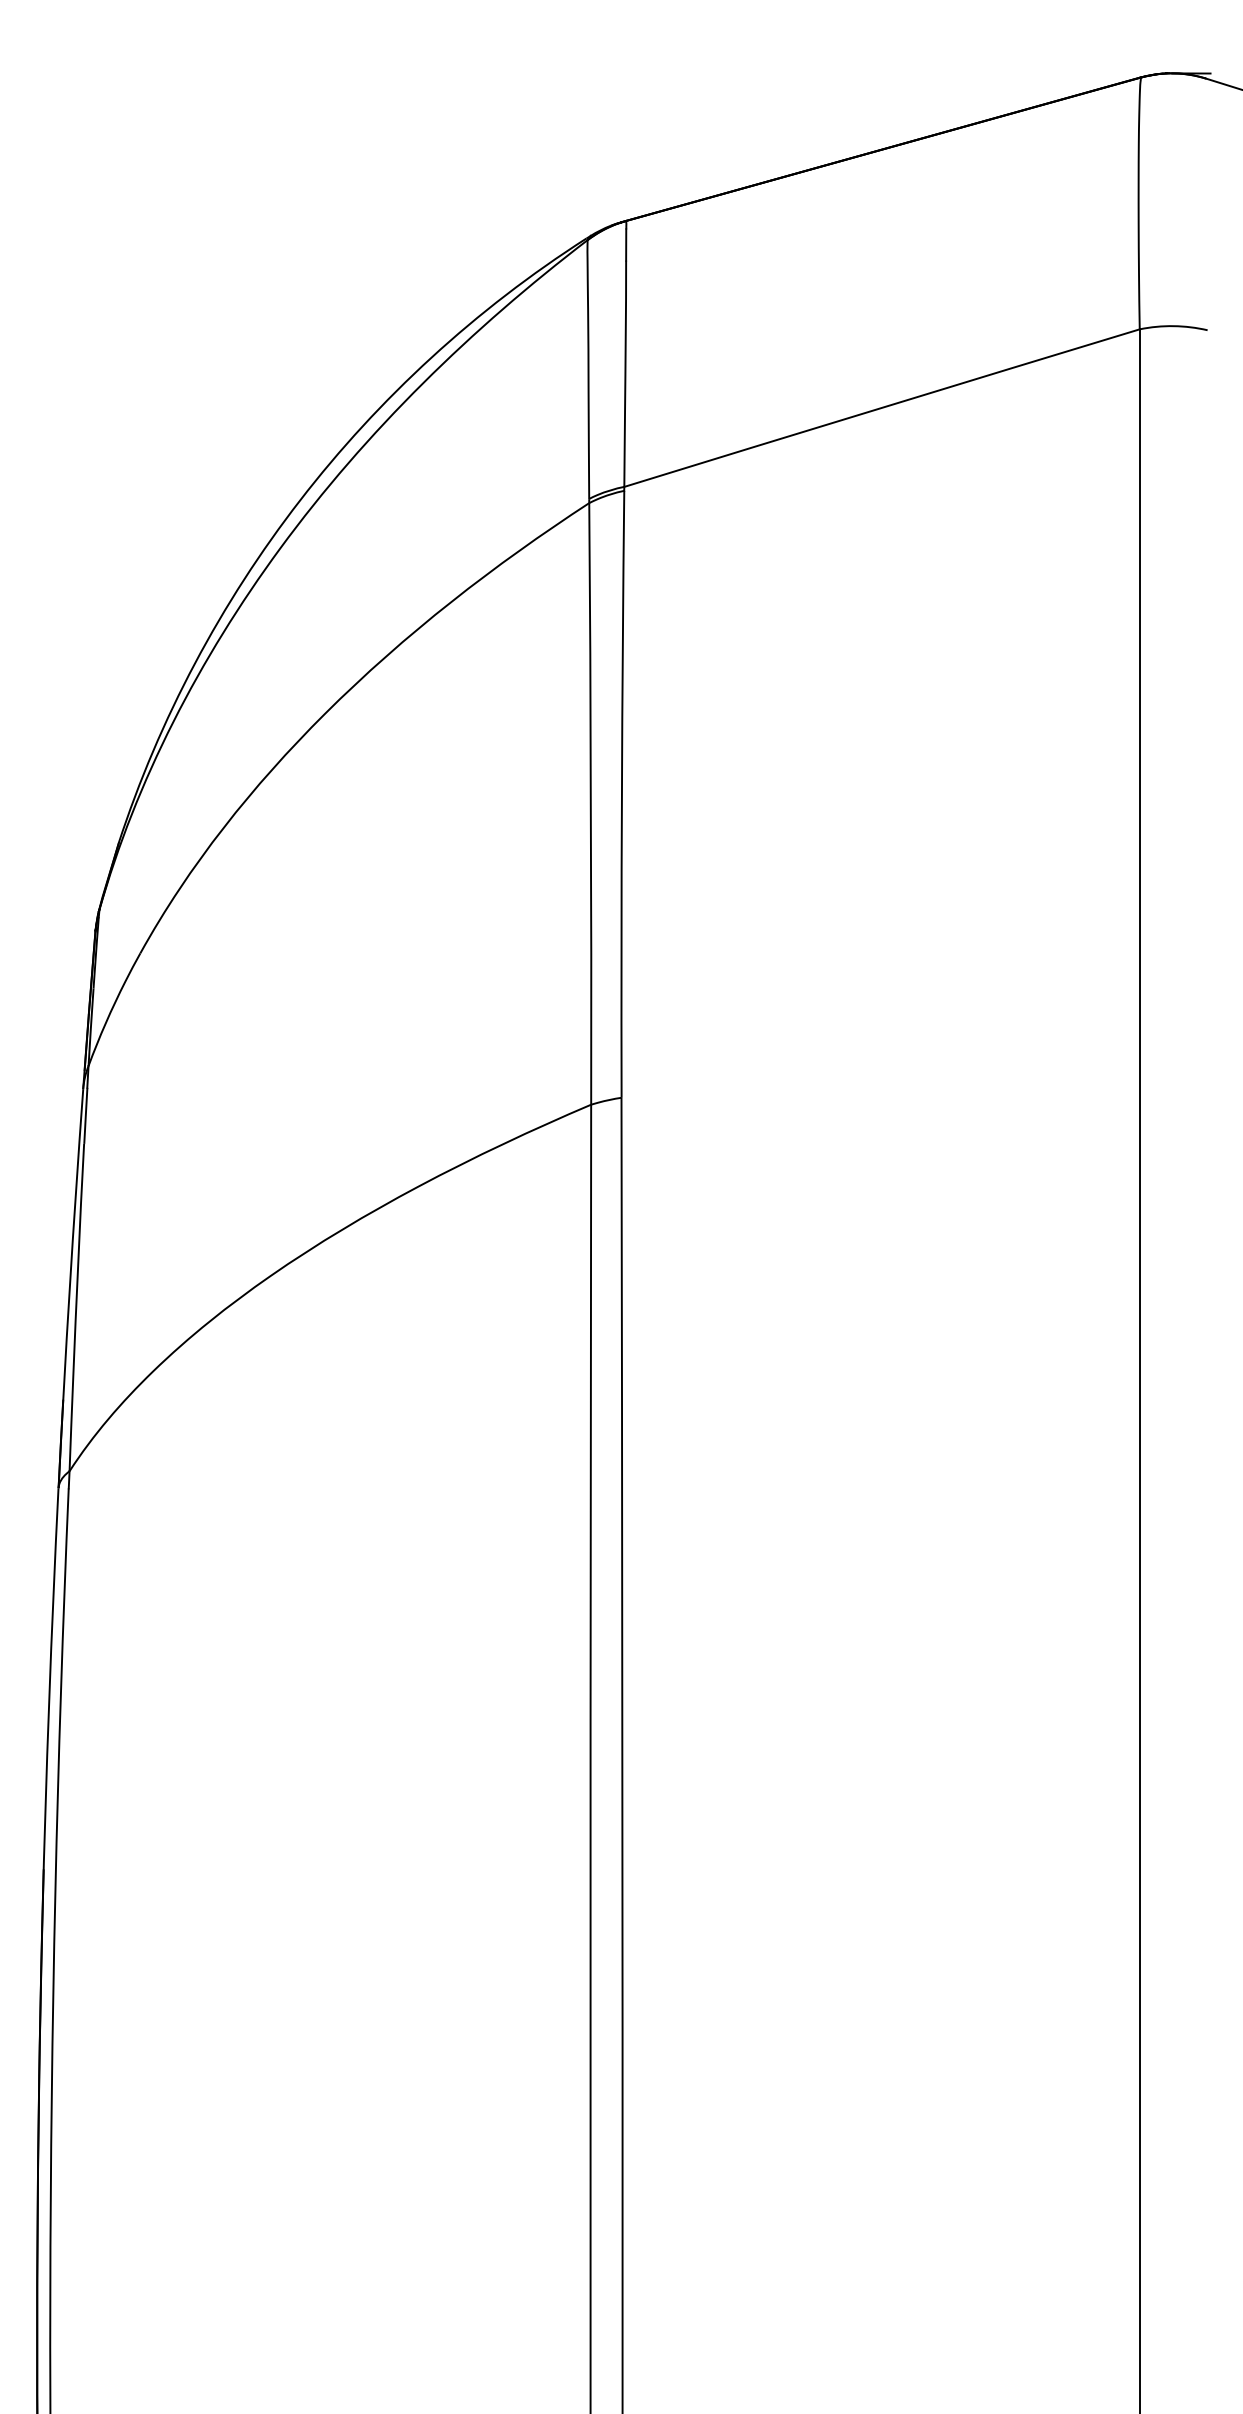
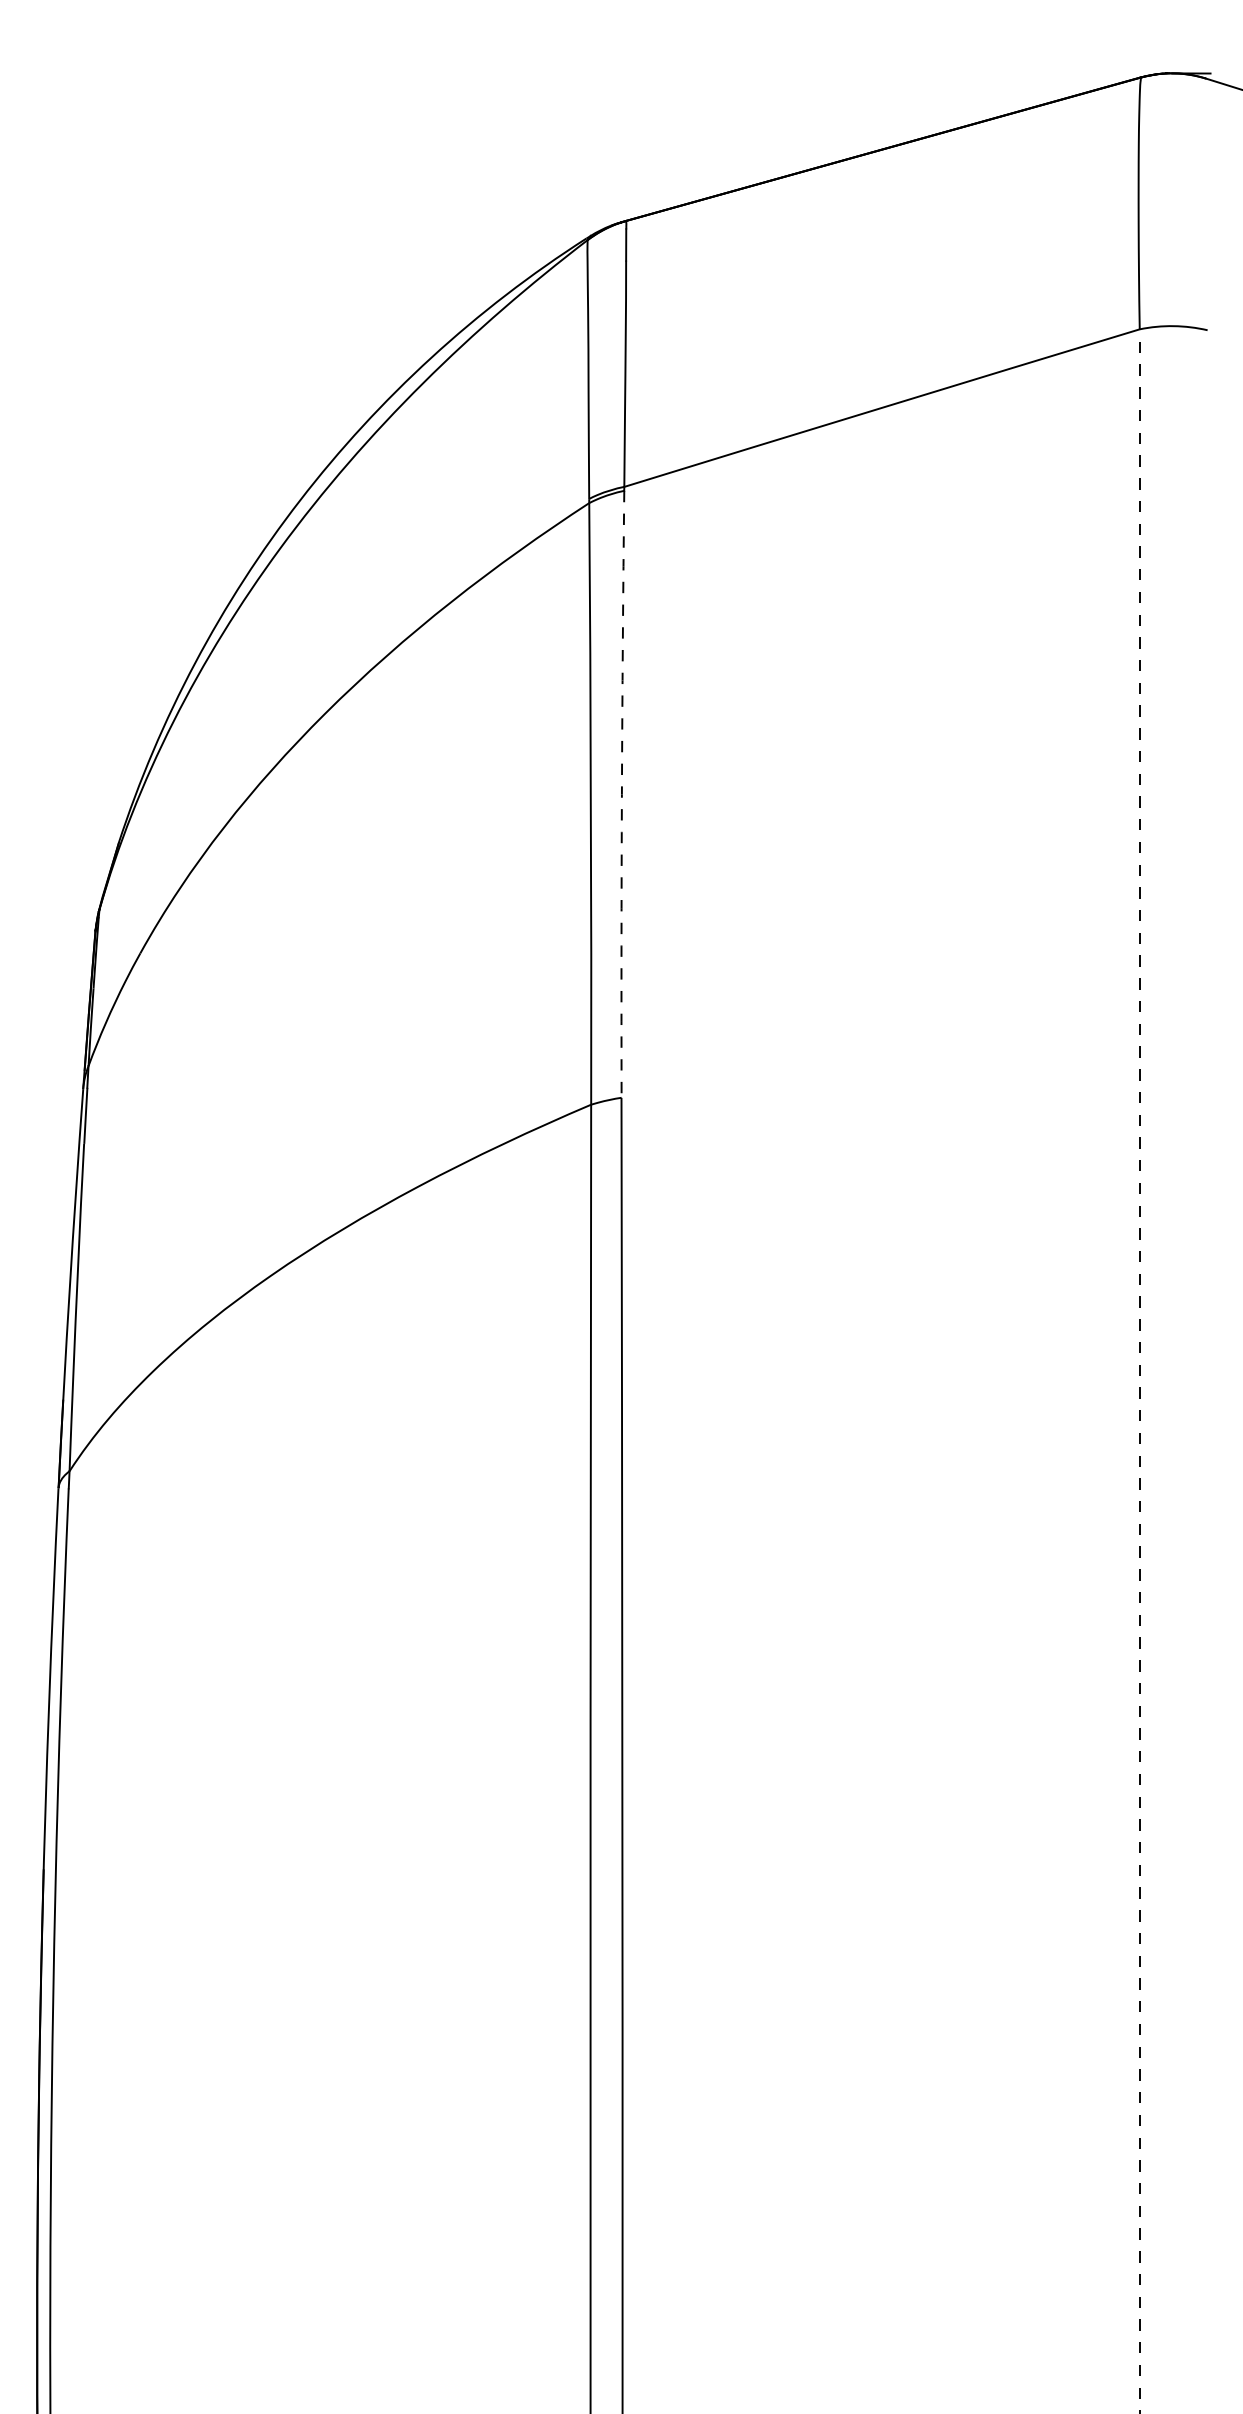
arc at (621, 794): solid -> dashed
line at (1139, 1371): solid -> dashed
